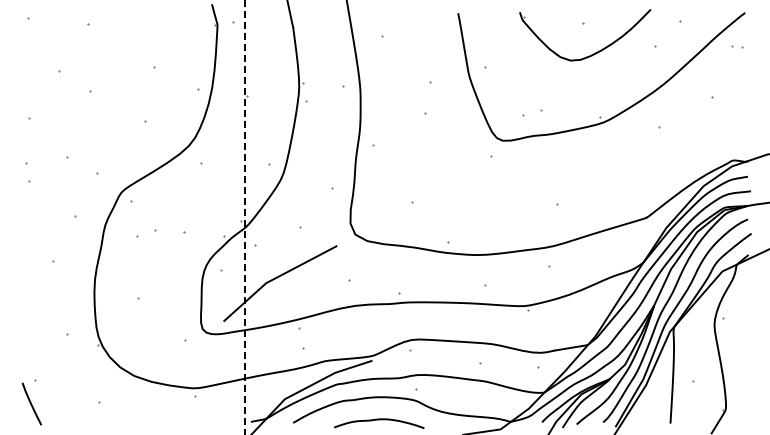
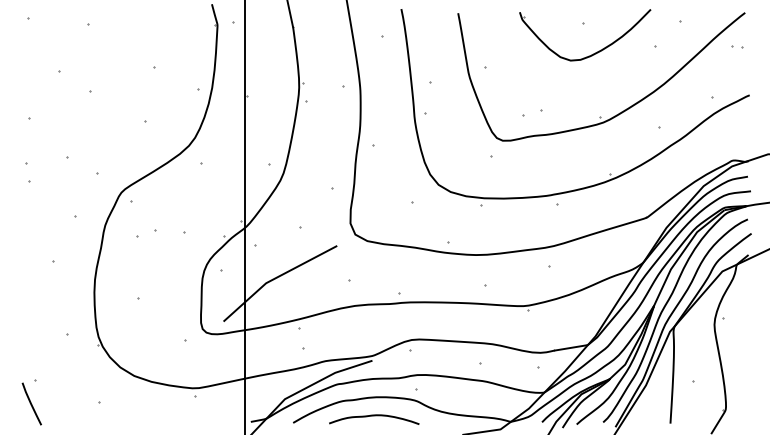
part at (610, 173): none -> present
line at (245, 217): dashed -> solid
curve at (379, 420) position: (379, 420) -> (374, 416)
